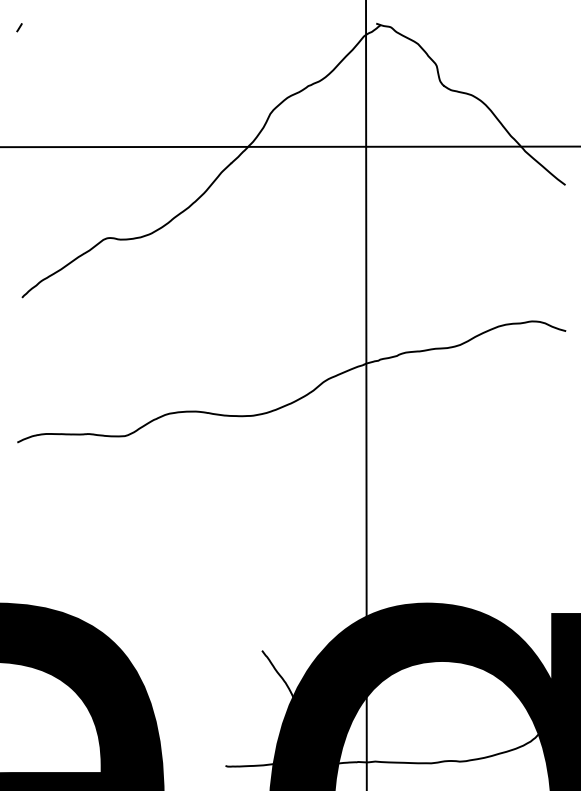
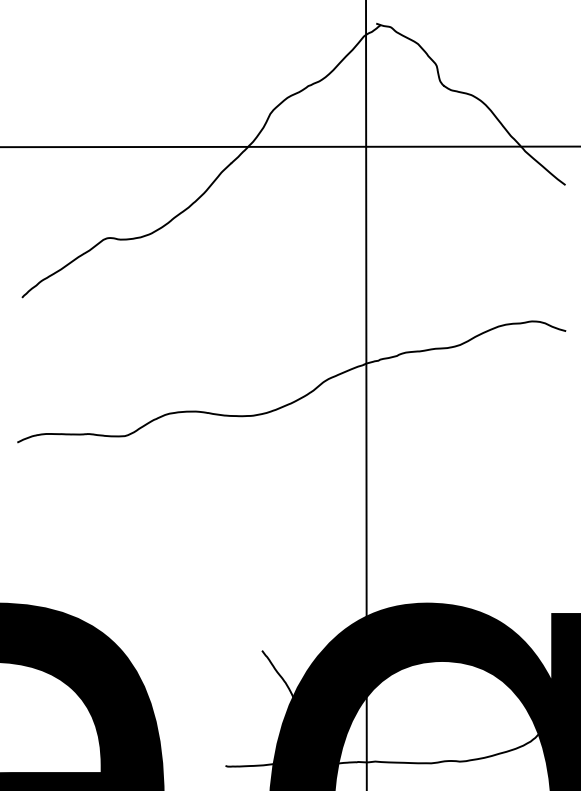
curve at (19, 27): present -> none
